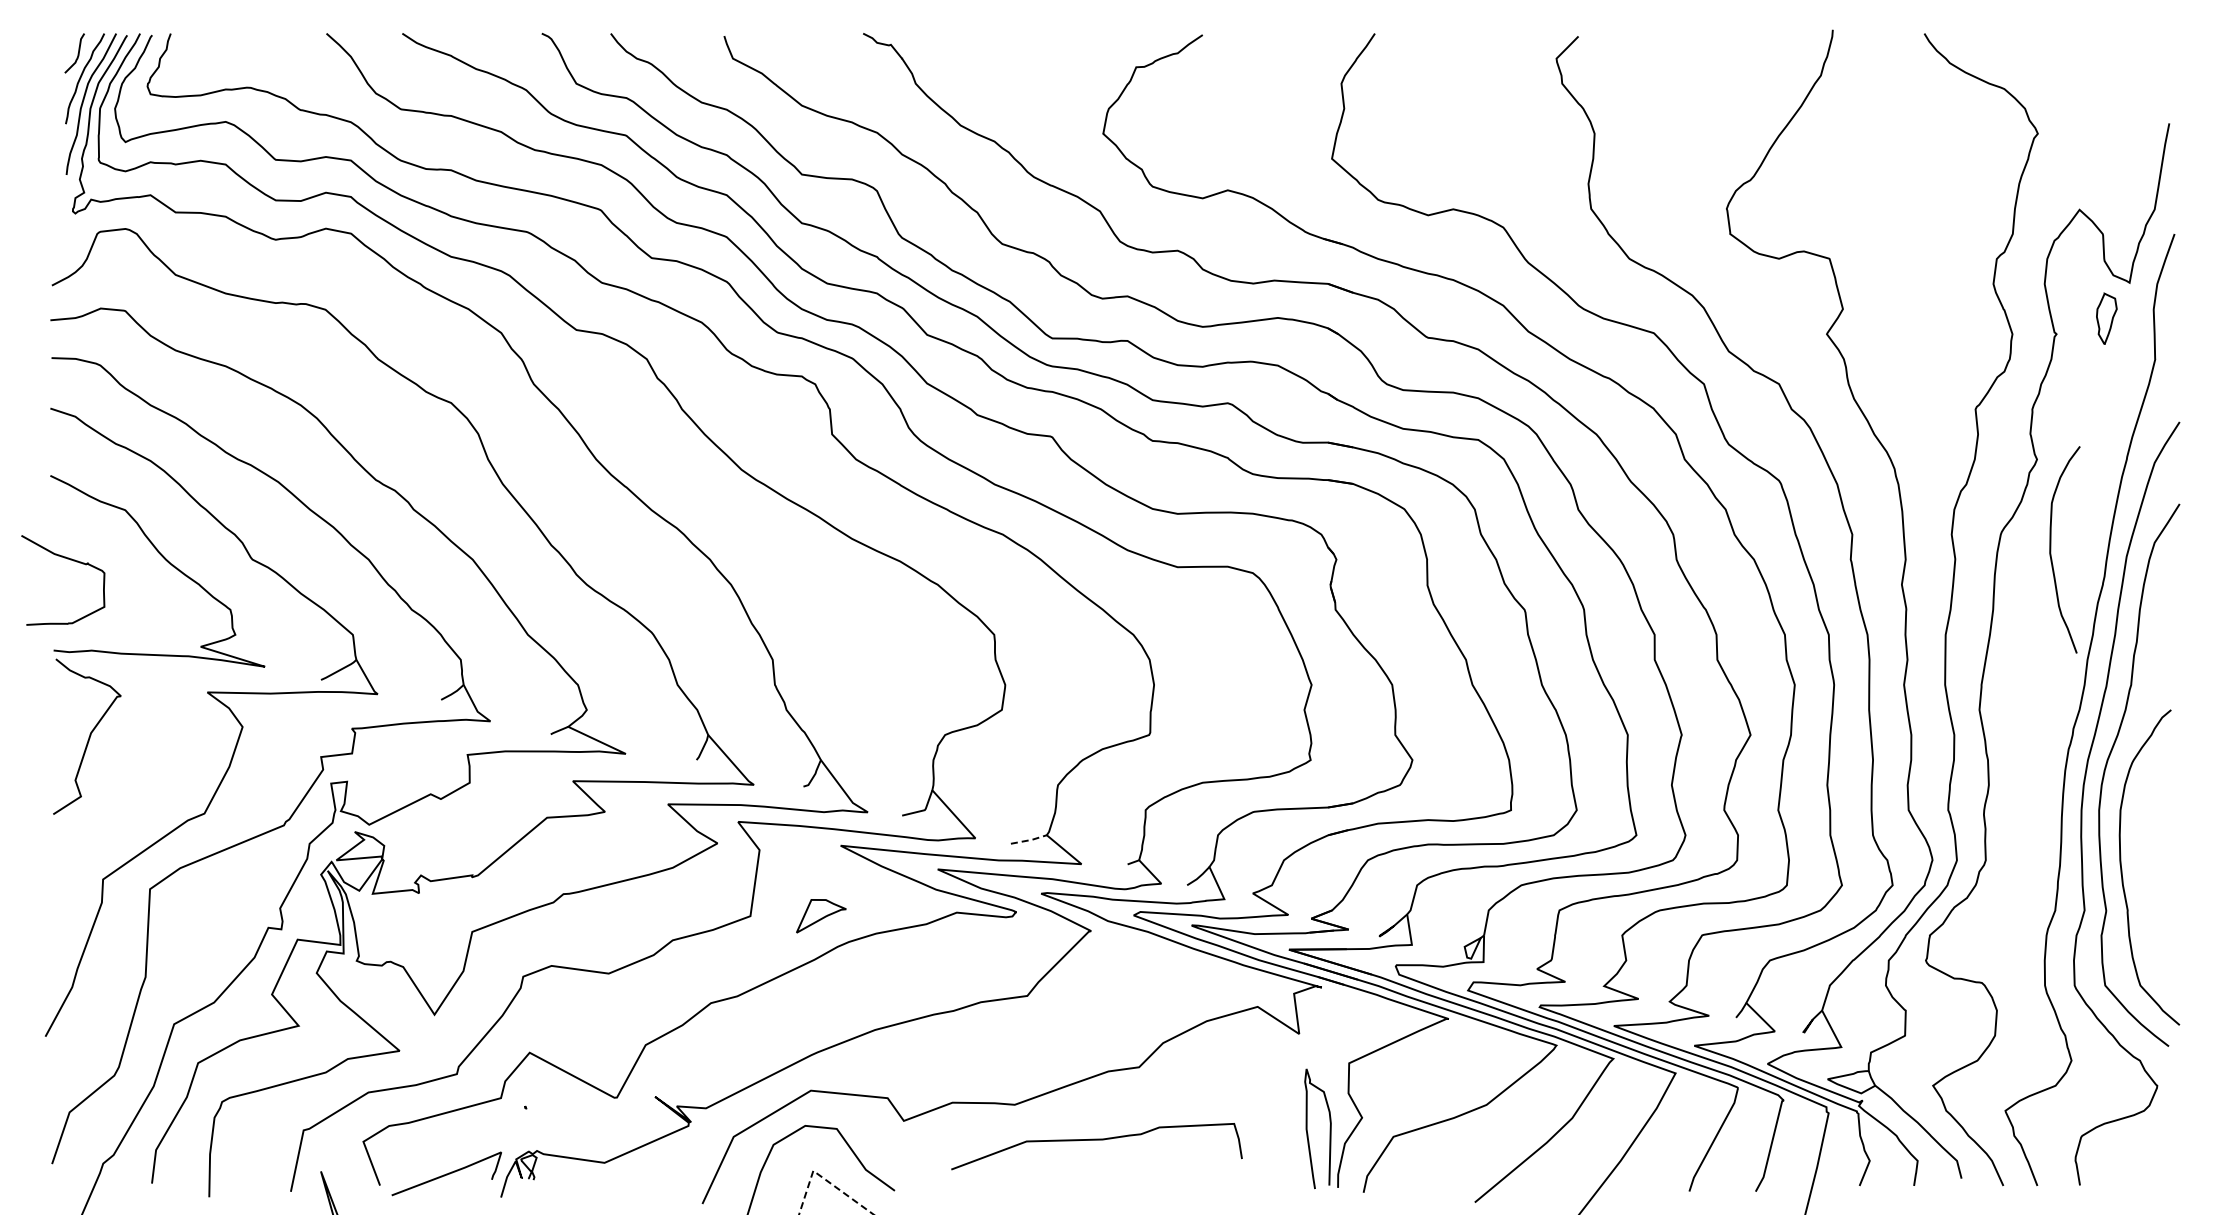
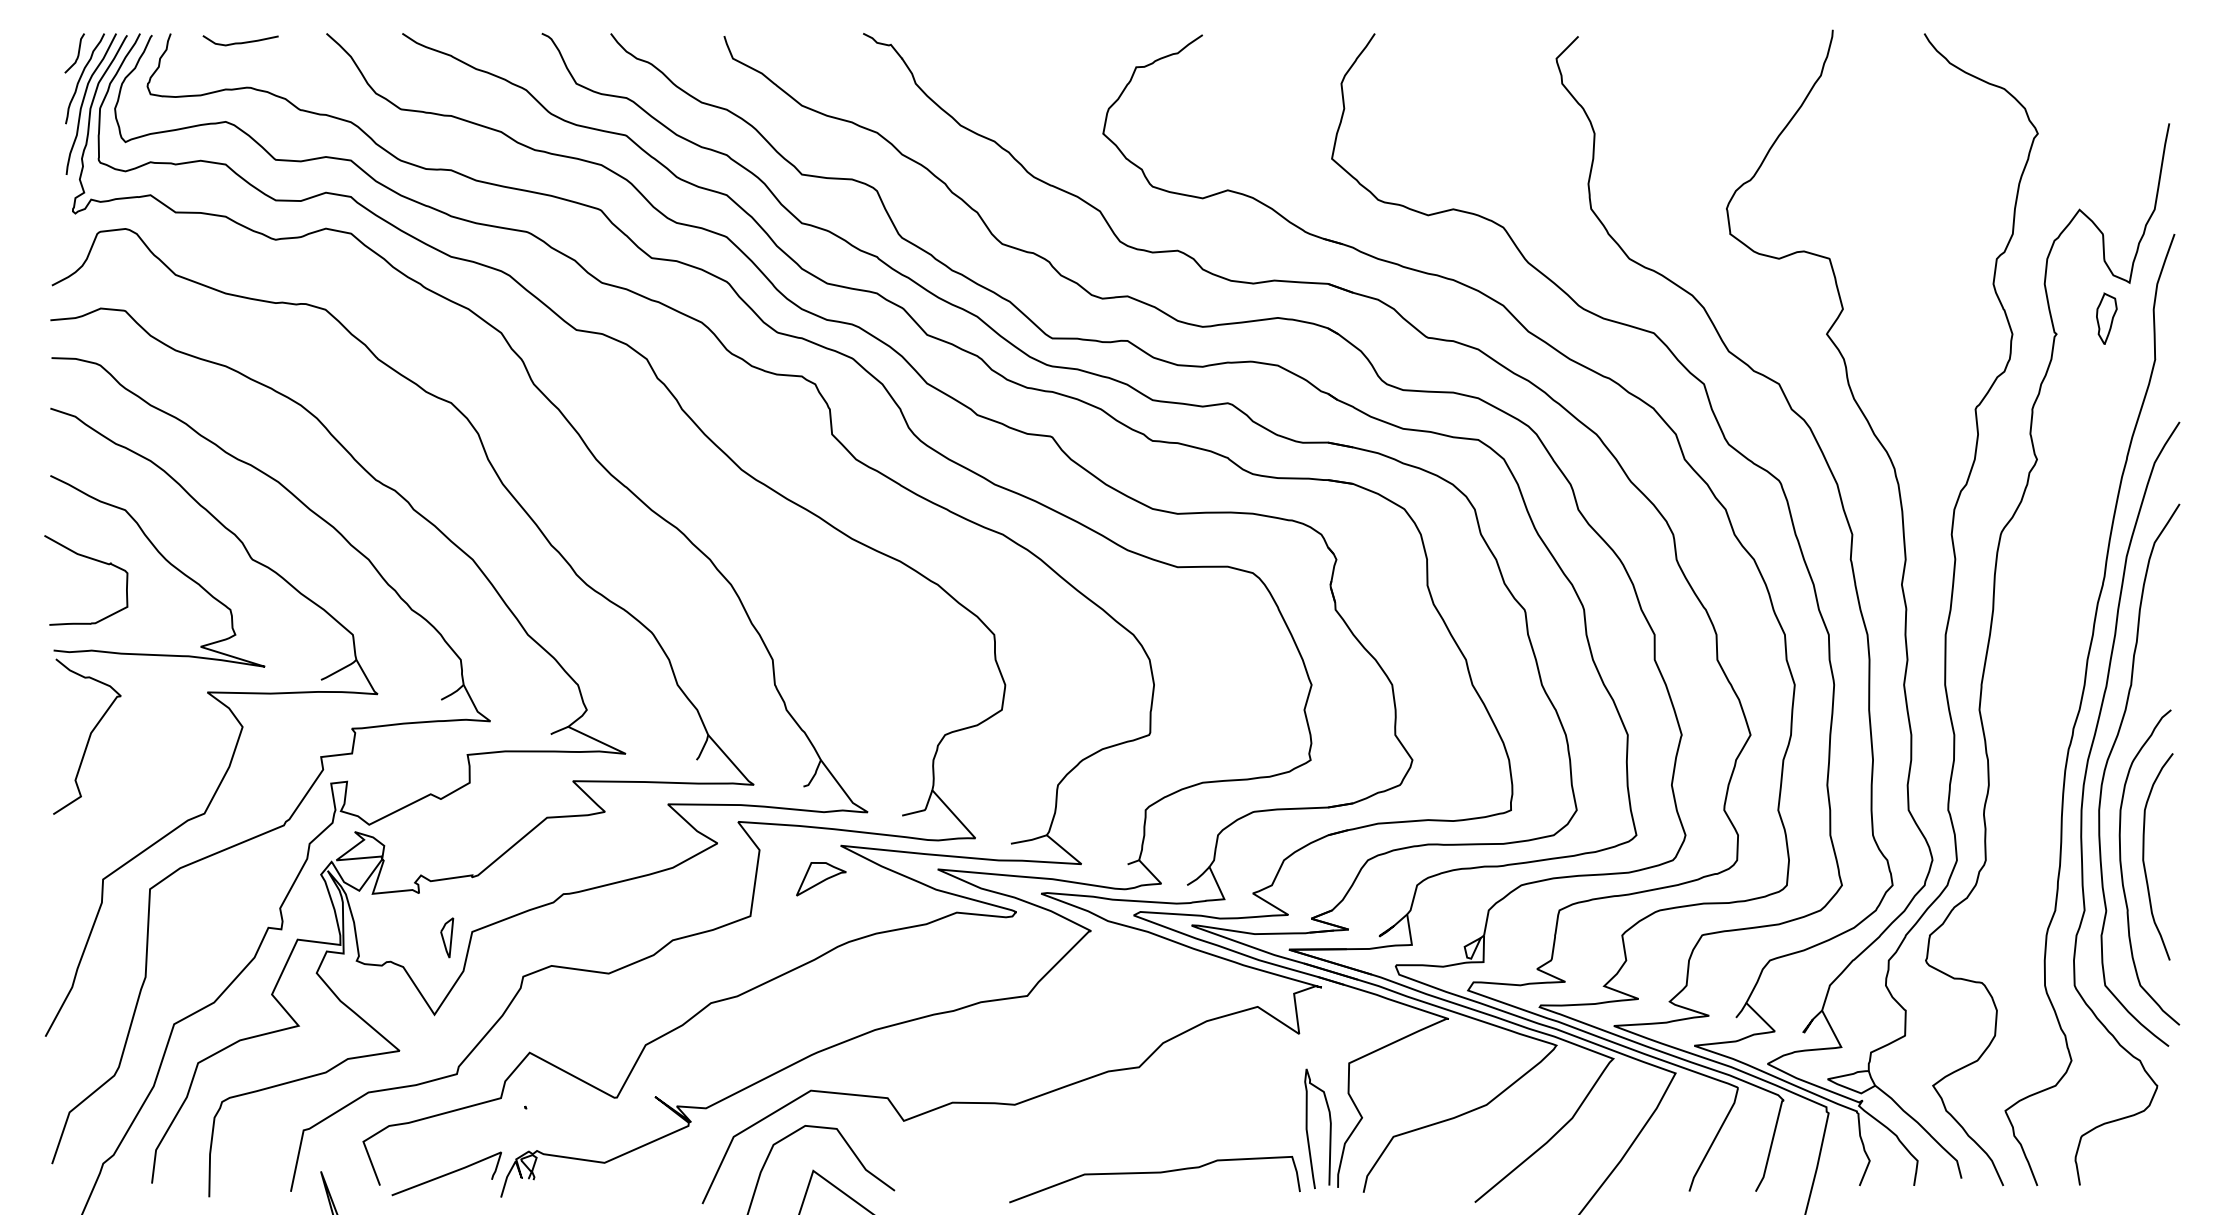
curve at (240, 42): none -> present
curve at (2051, 549) position: (2051, 549) -> (2144, 856)
curve at (70, 560) position: (70, 560) -> (93, 560)
line at (1030, 840): dashed -> solid
part at (821, 916) position: (821, 916) -> (821, 879)
part at (447, 937): none -> present
curve at (1096, 1140) position: (1096, 1140) -> (1154, 1173)
line at (824, 1179): dashed -> solid
